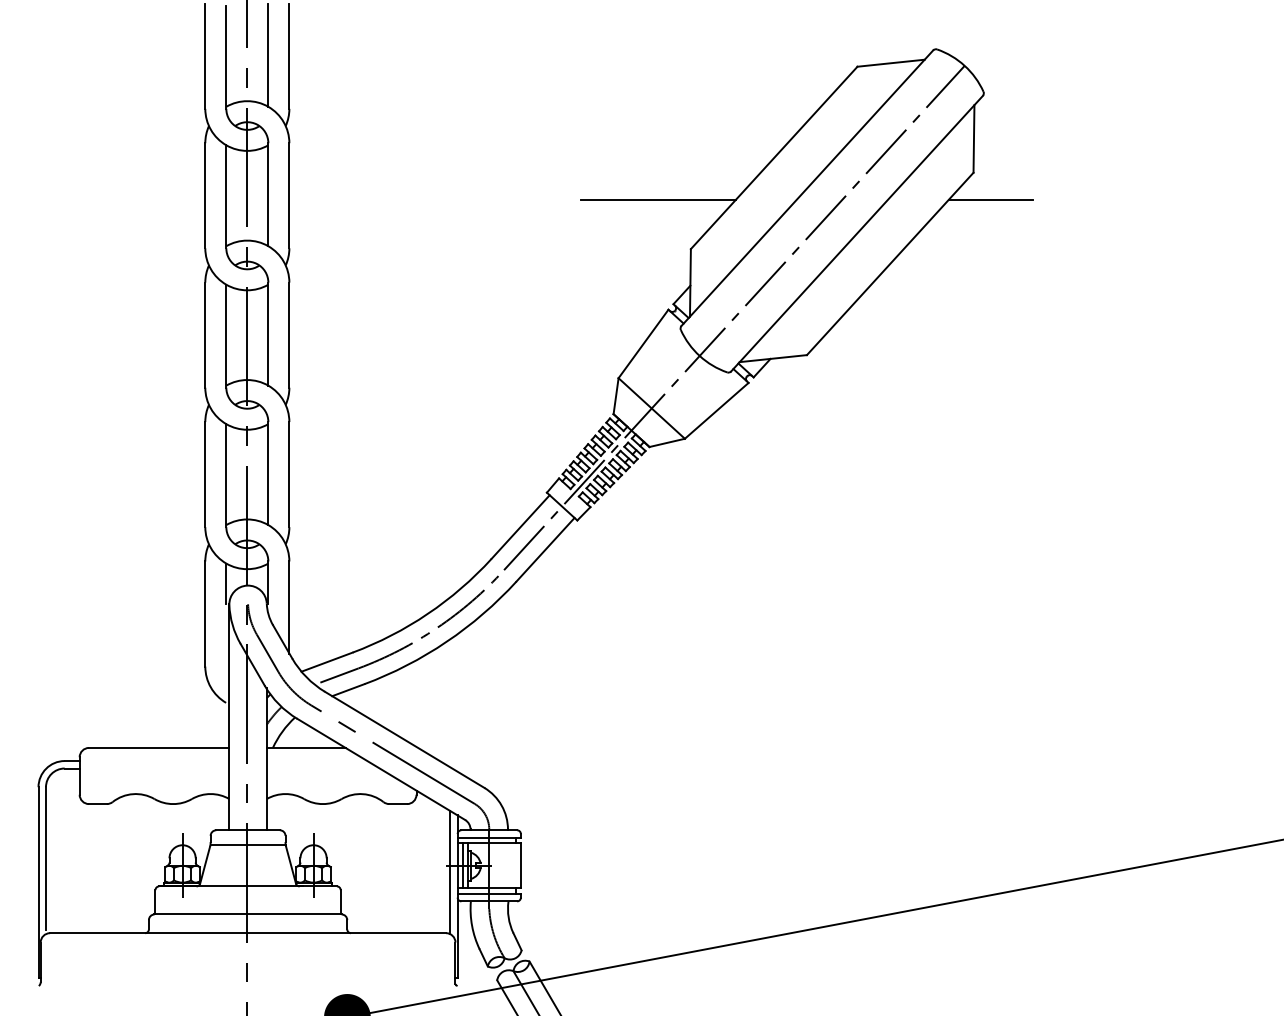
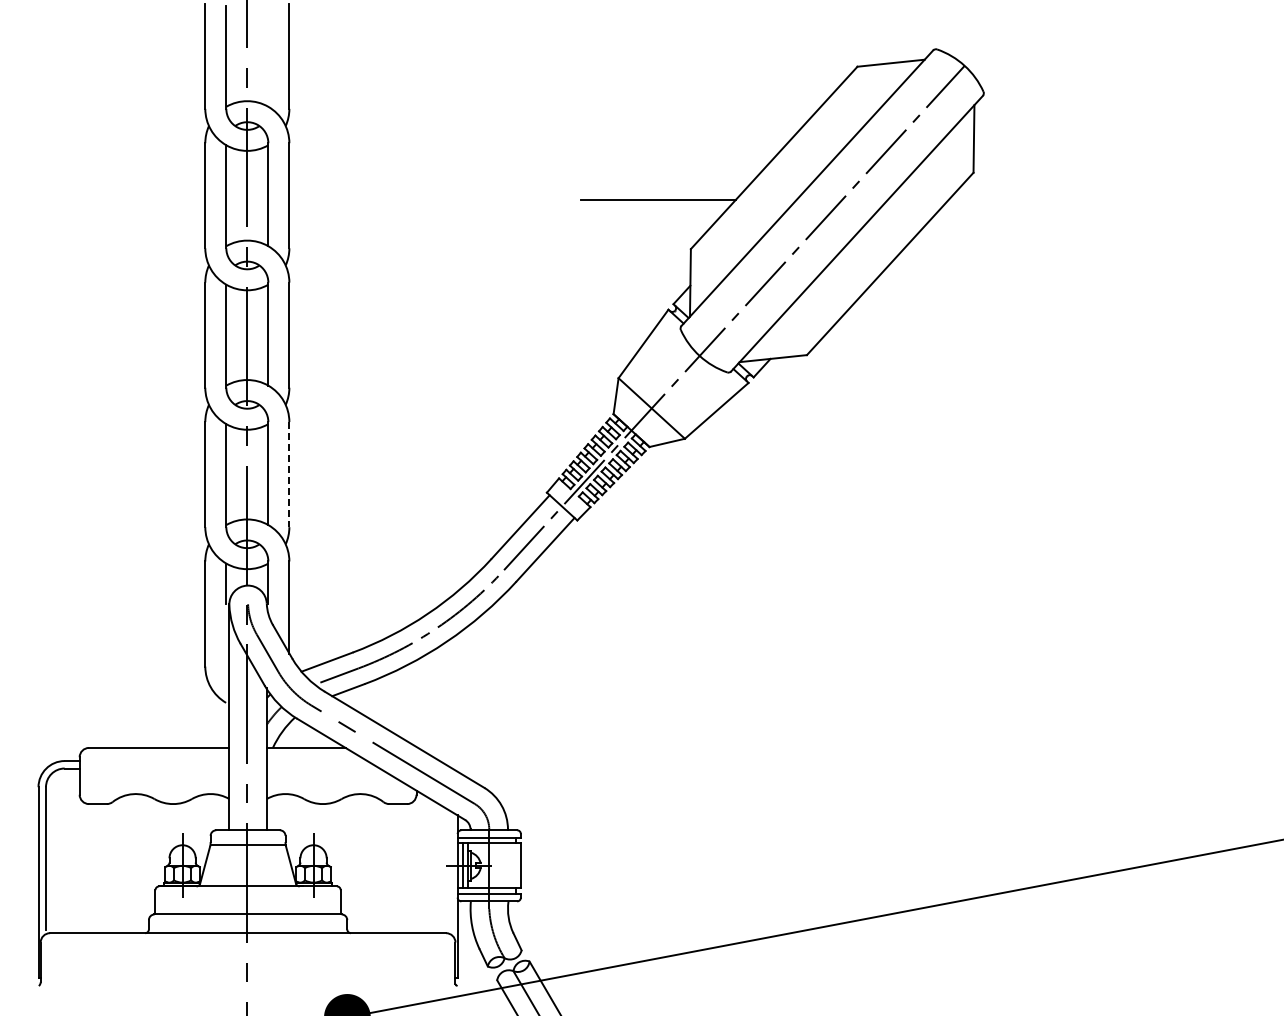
line at (268, 54): present -> none
line at (990, 199): present -> none
line at (289, 474): solid -> dashed
line at (450, 872): present -> none
